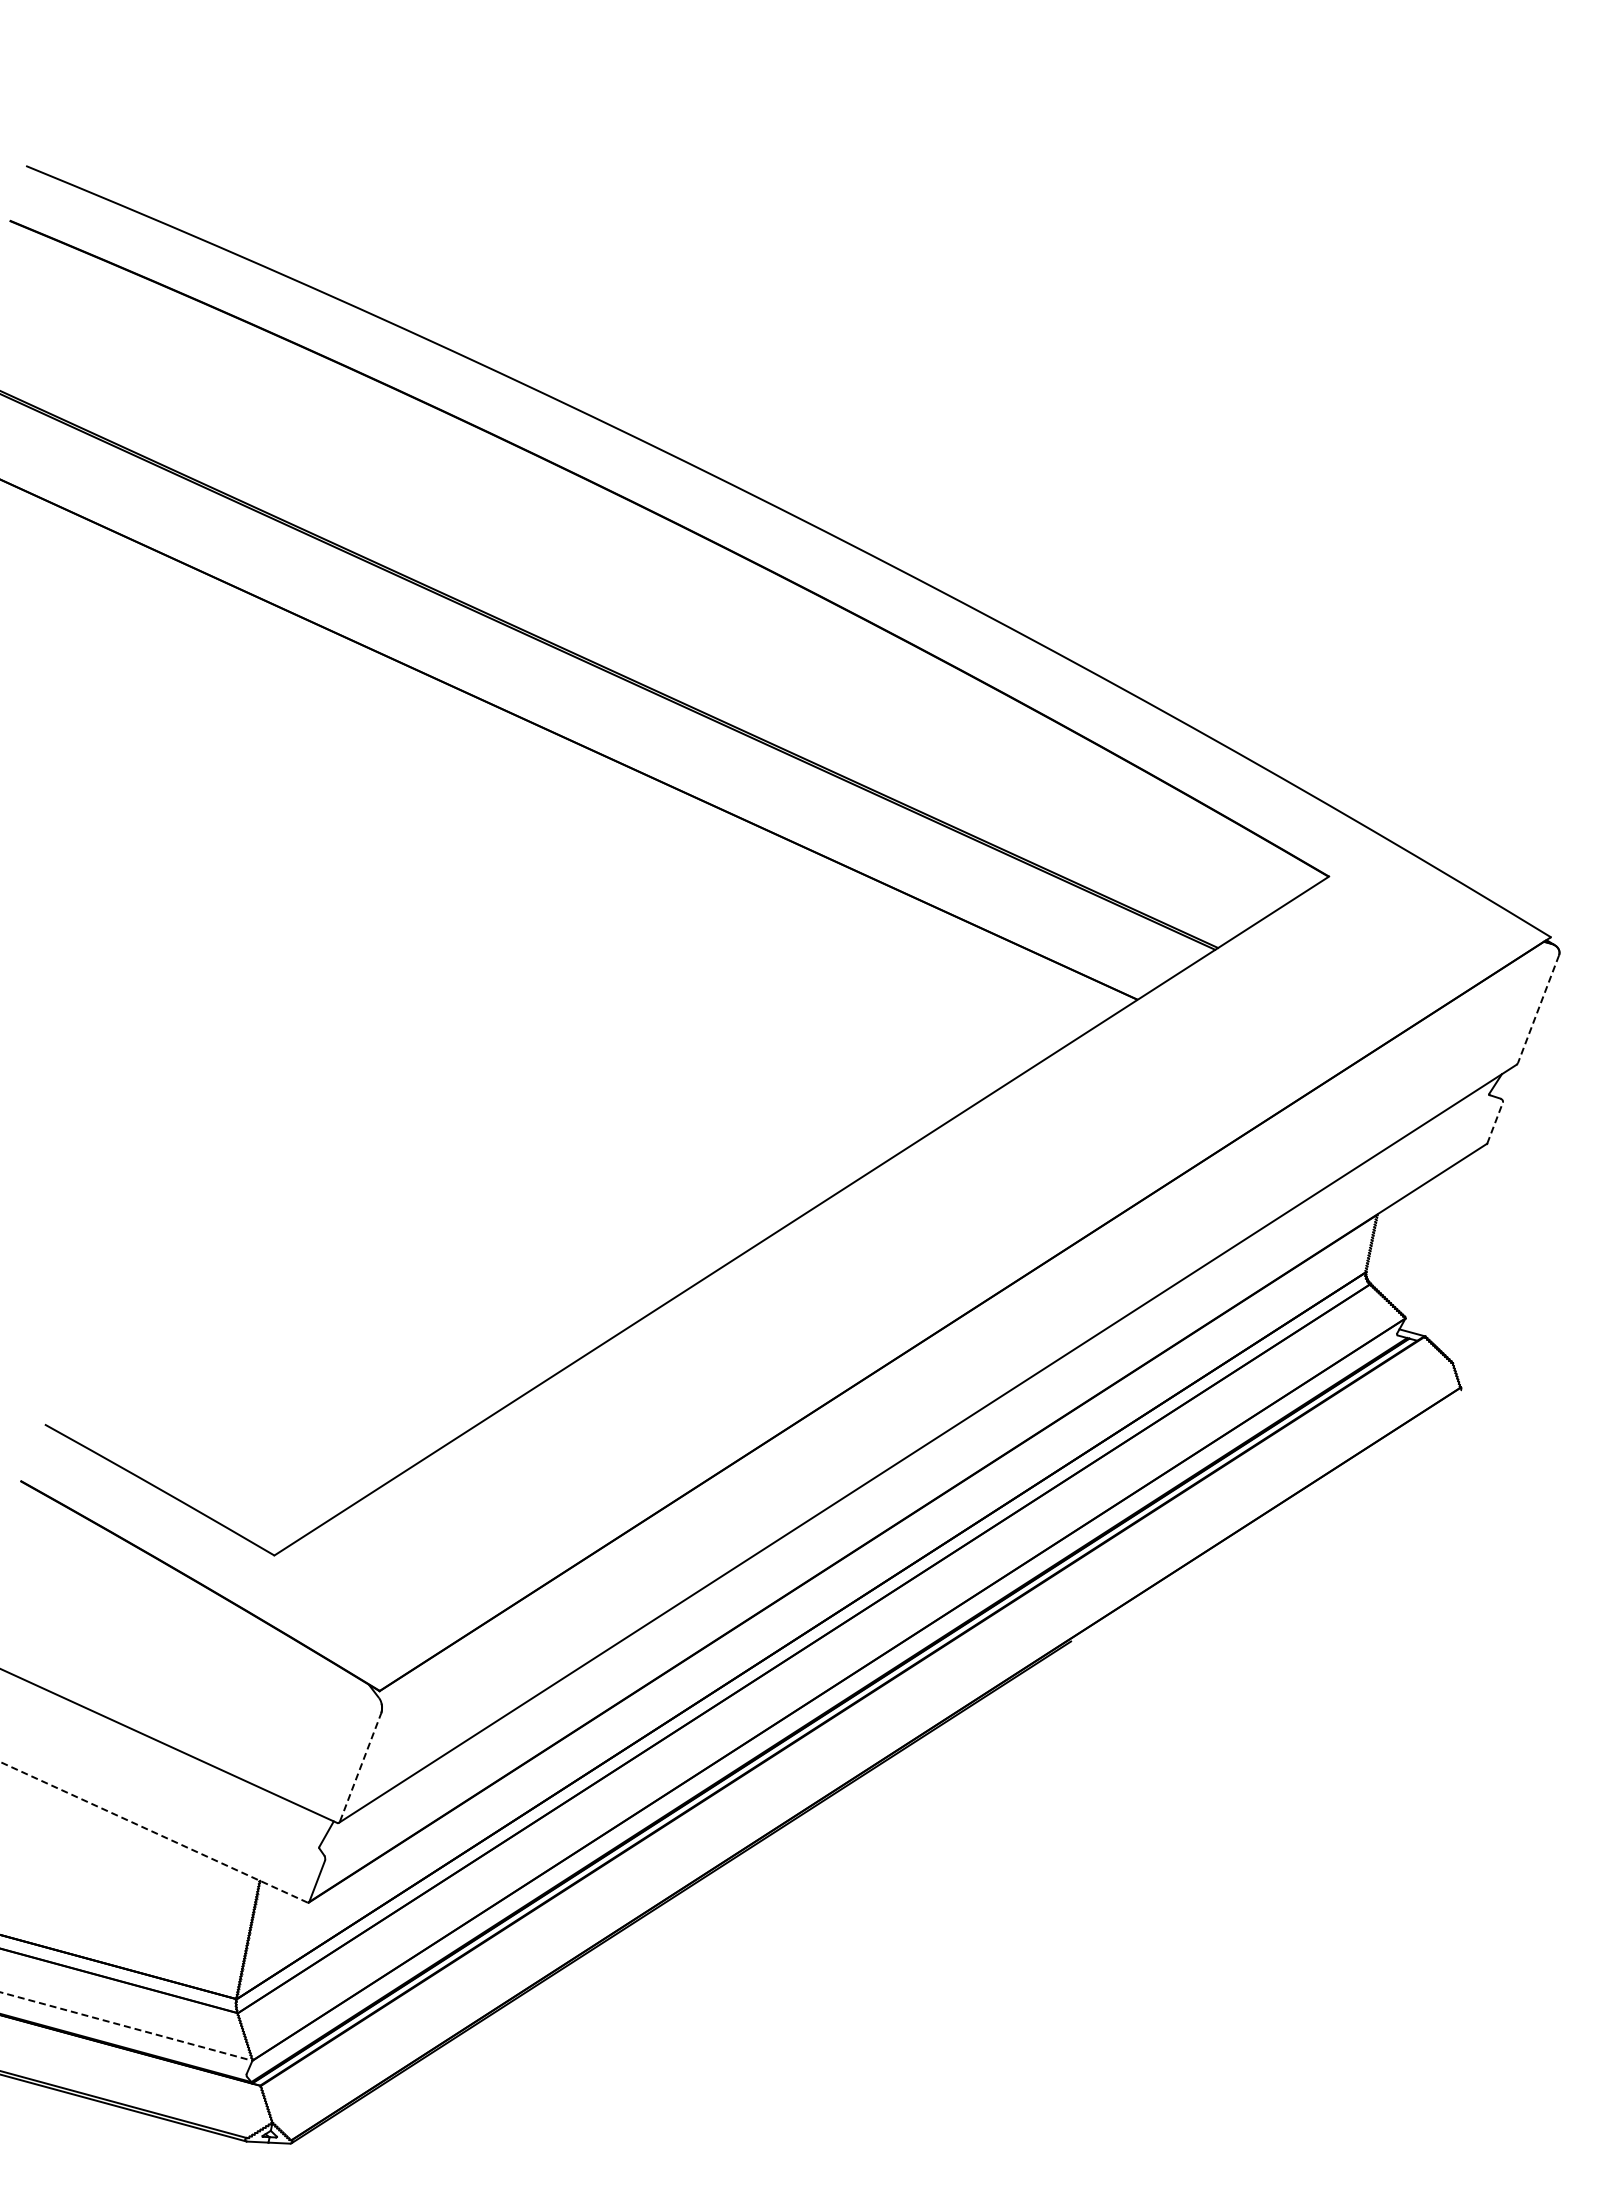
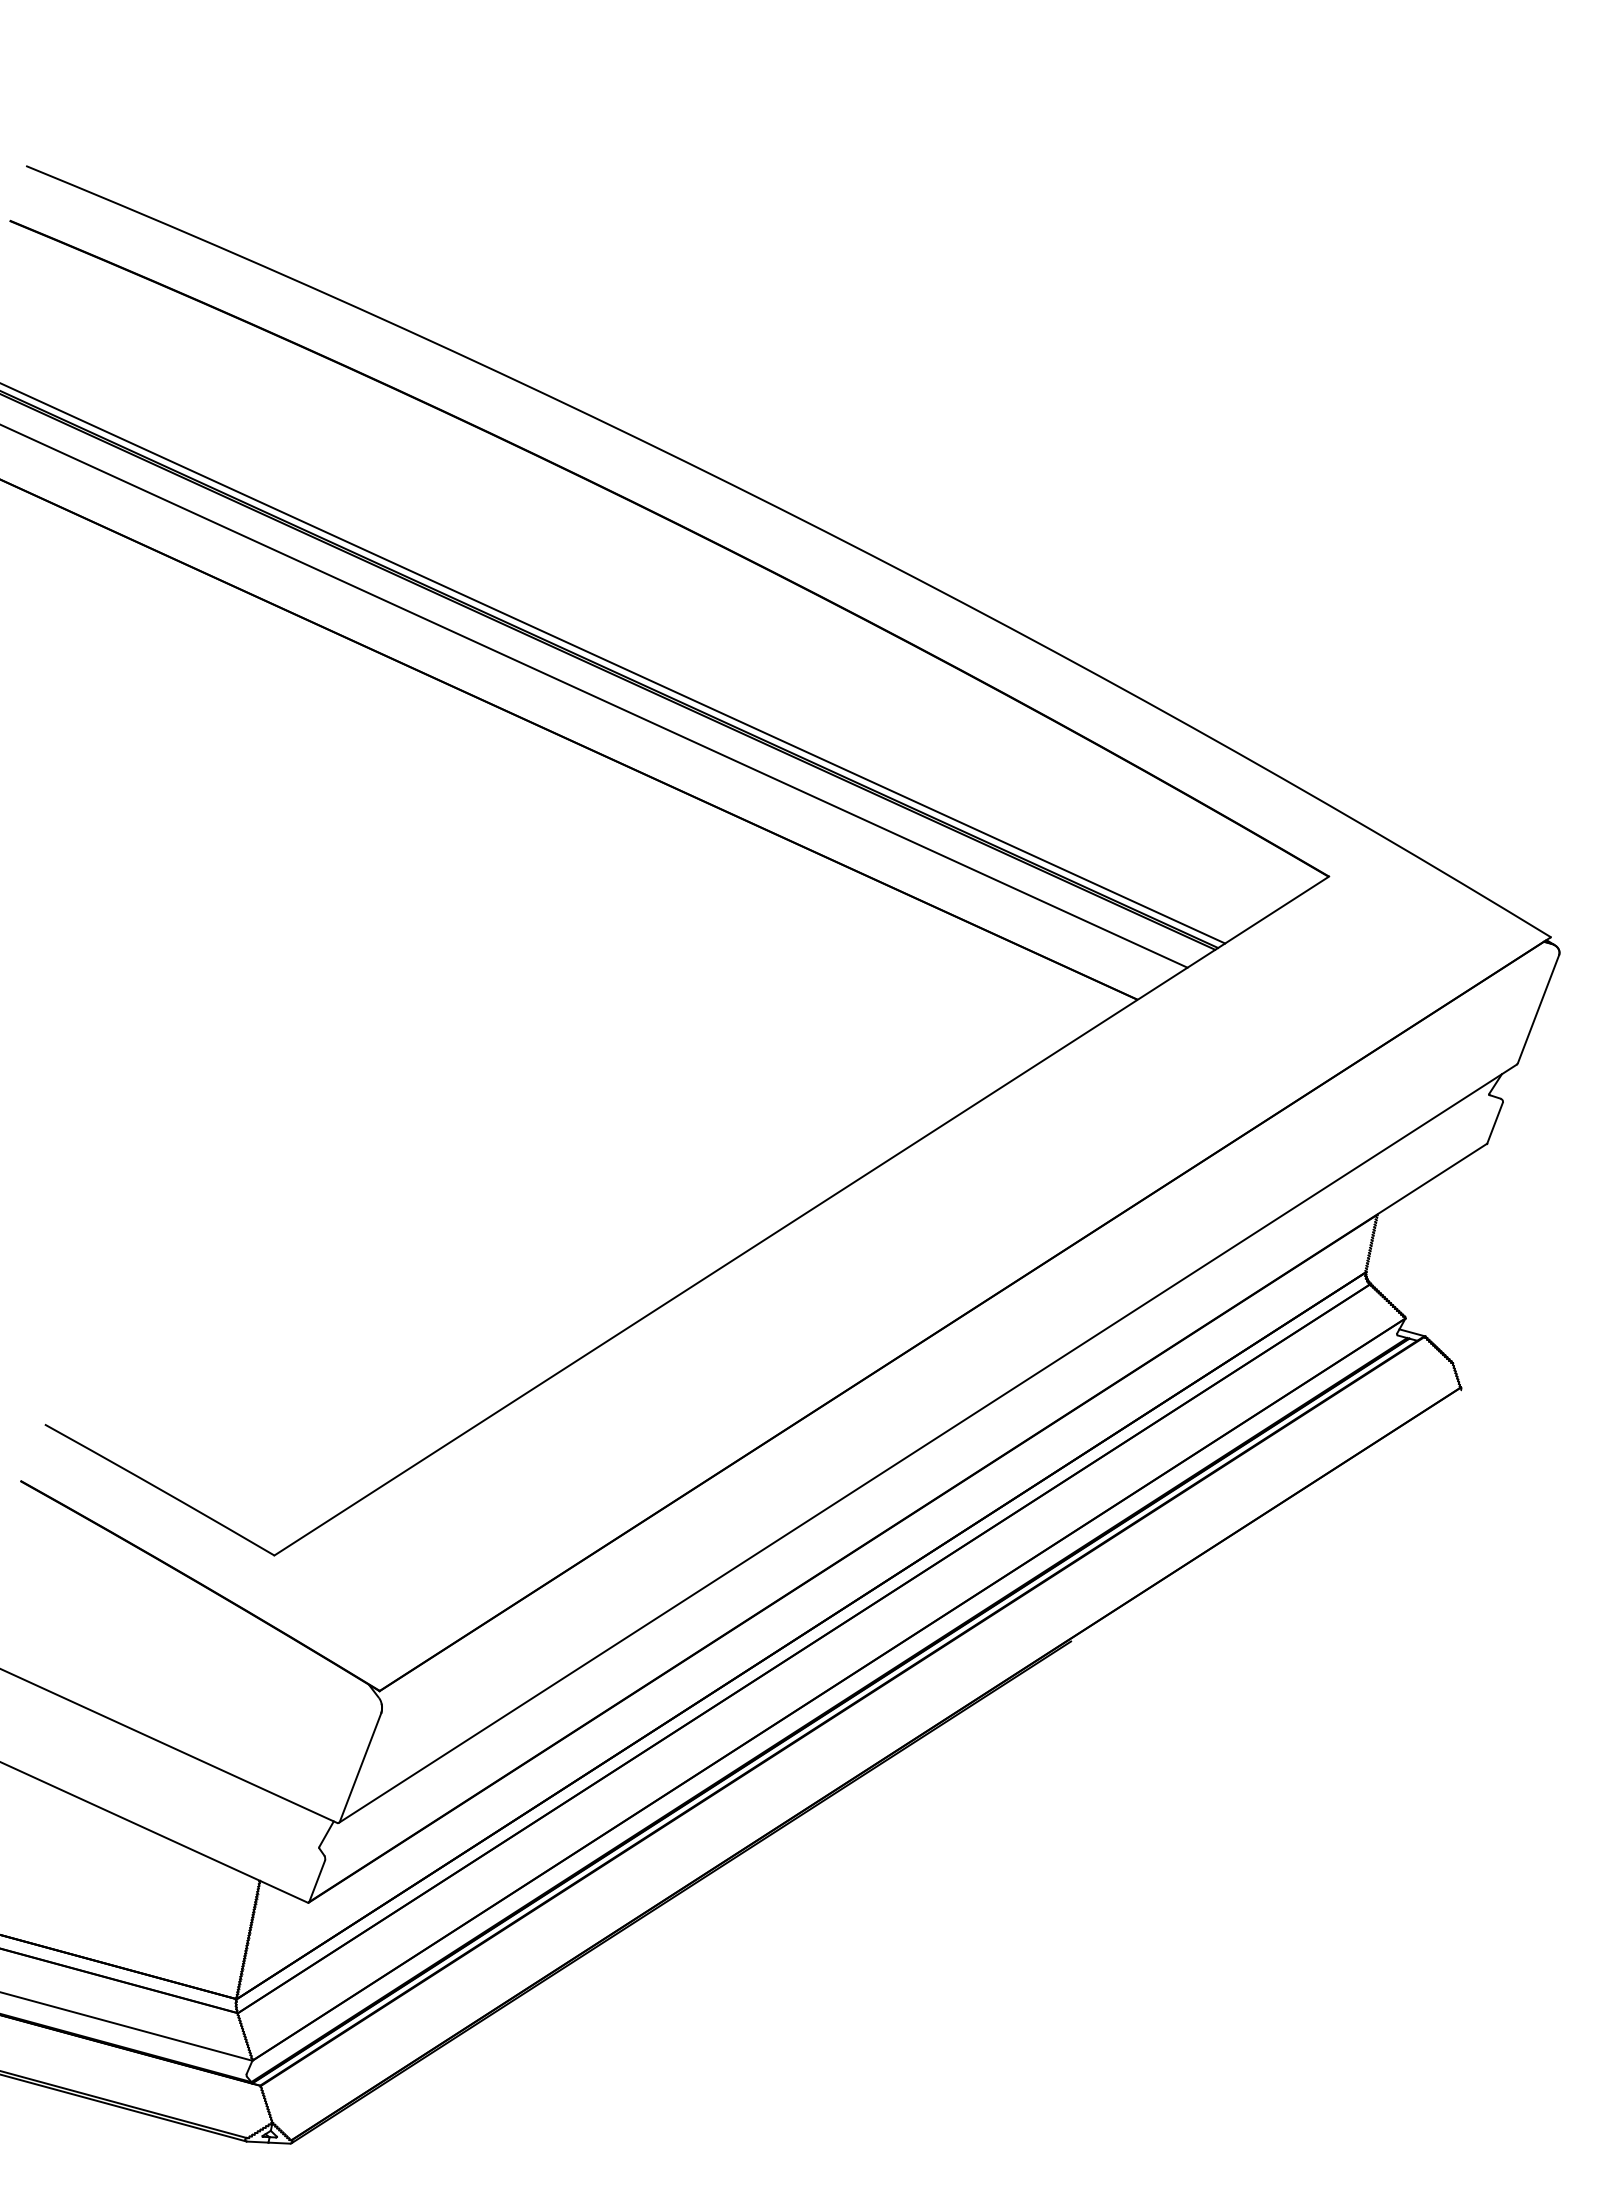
line at (613, 663): none -> present
line at (594, 696): none -> present
line at (1538, 1009): dashed -> solid
line at (1495, 1123): dashed -> solid
line at (360, 1767): dashed -> solid
line at (154, 1832): dashed -> solid
line at (127, 2026): dashed -> solid
